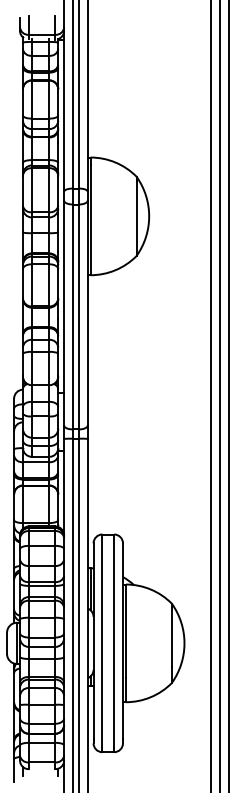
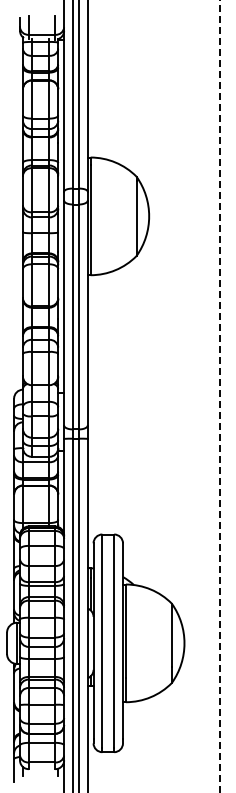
line at (211, 395): present -> none
line at (228, 395): present -> none
line at (220, 396): solid -> dashed
